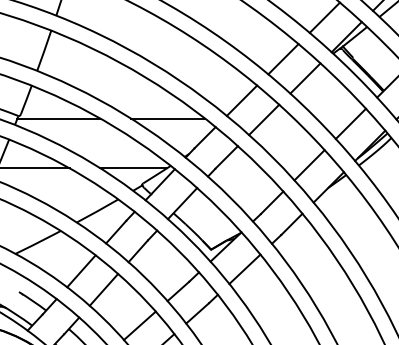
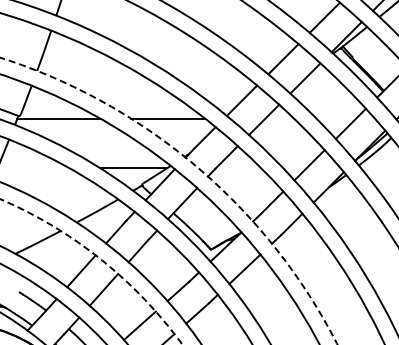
line at (35, 168): present -> none
circle at (168, 200): solid -> dashed
arc at (102, 260): solid -> dashed
